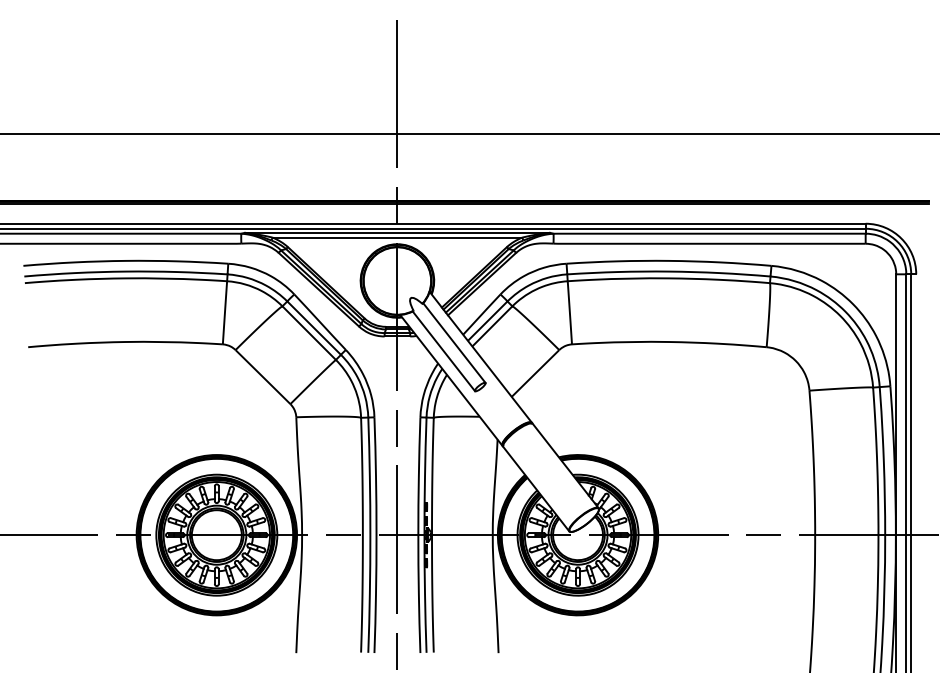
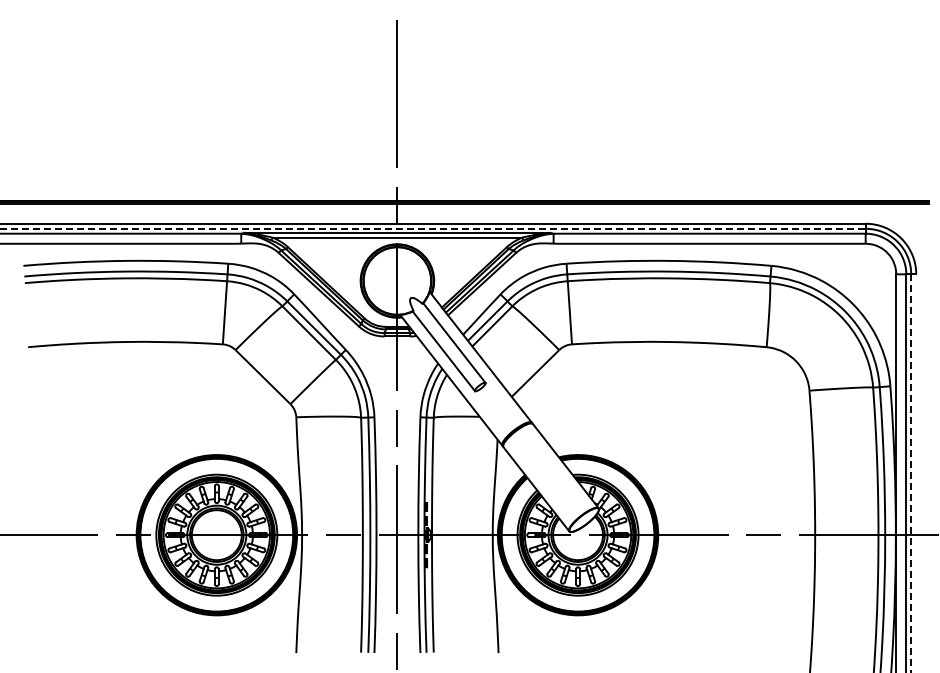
line at (469, 133): present -> none
line at (433, 228): solid -> dashed
line at (911, 473): solid -> dashed
